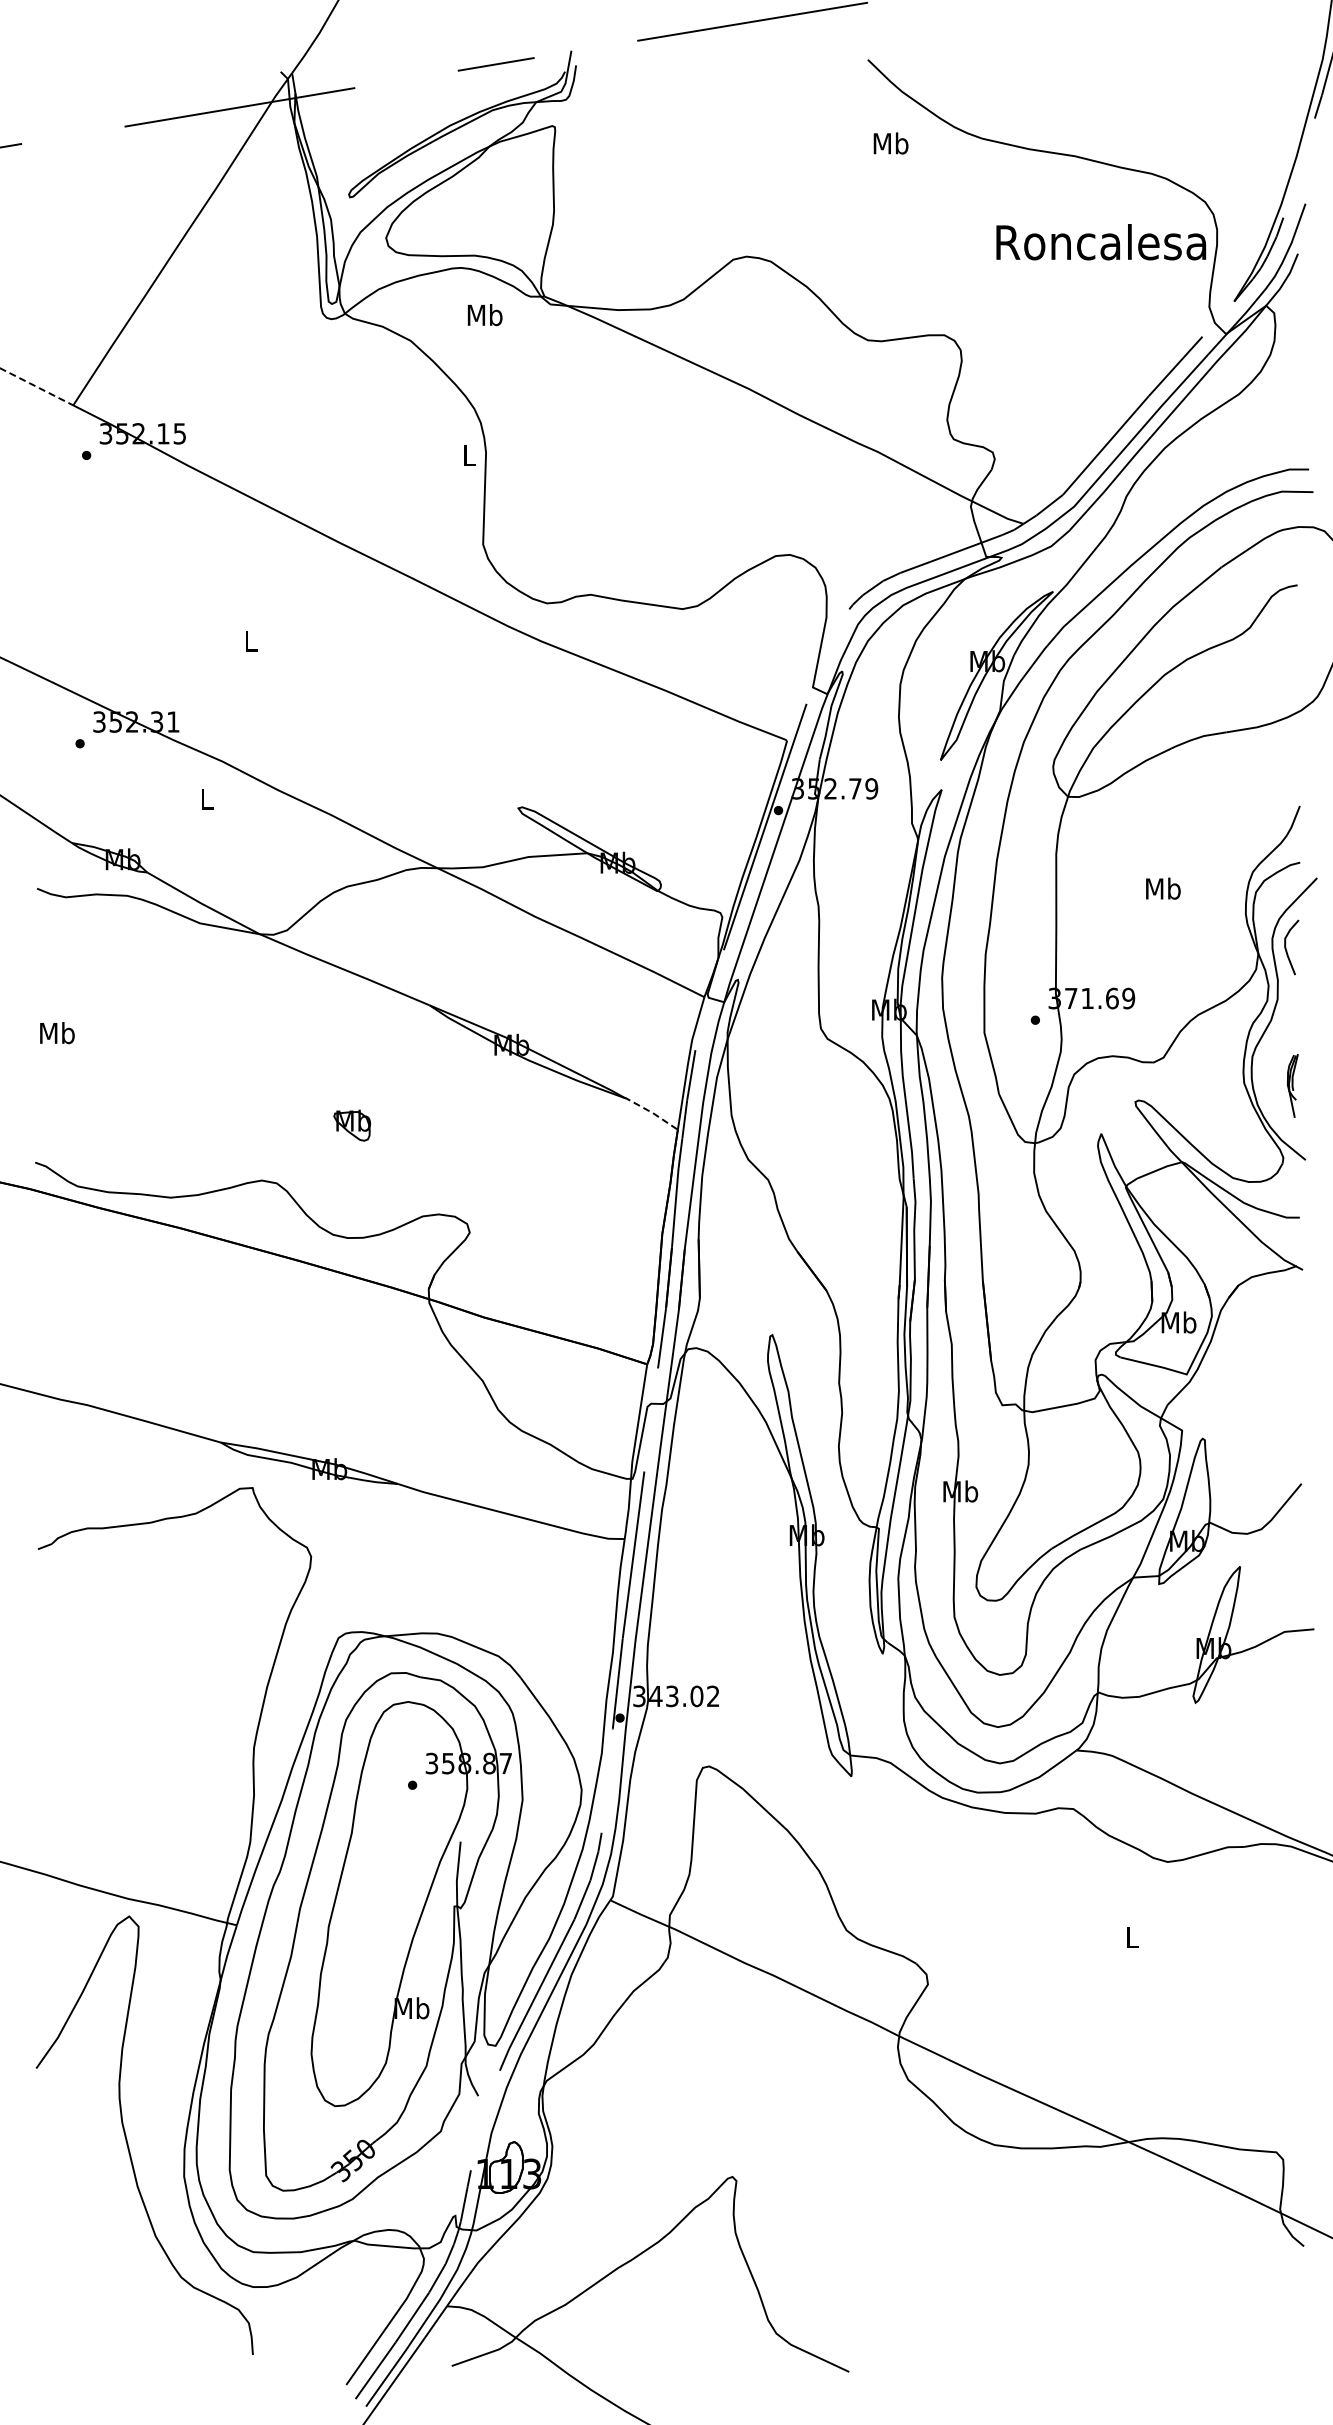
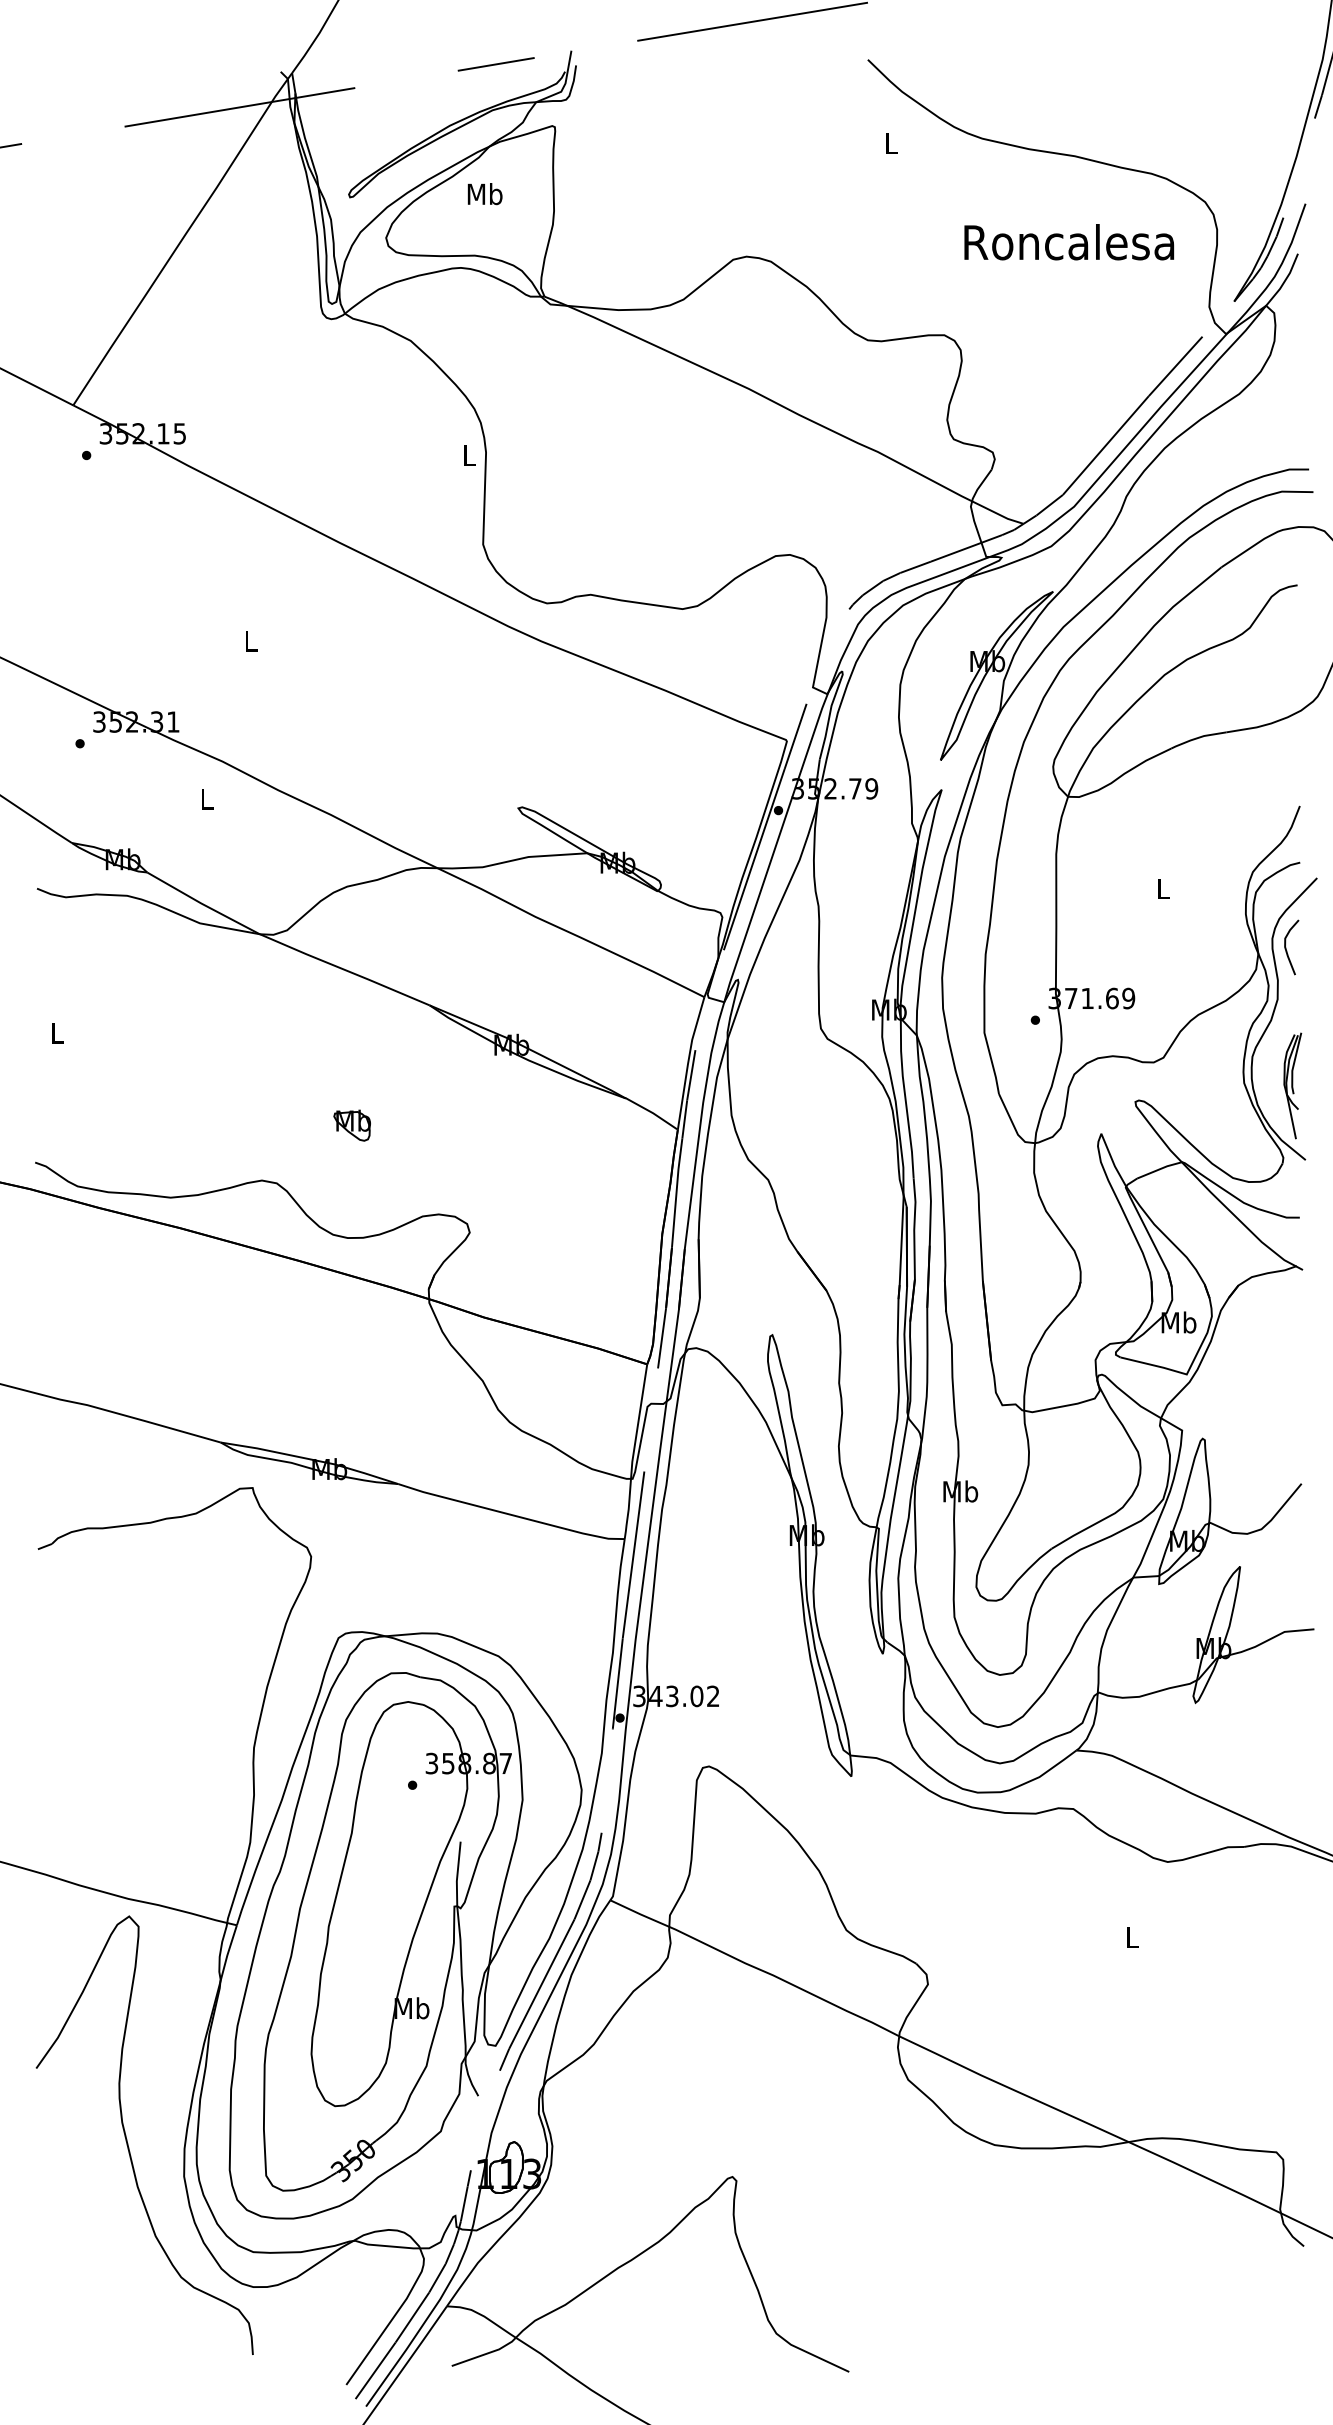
text at (890, 143): Mb -> L
text at (1101, 242) position: (1101, 242) -> (1069, 242)
text at (484, 315) position: (484, 315) -> (484, 194)
line at (36, 386): dashed -> solid
text at (1163, 888): Mb -> L
text at (57, 1033): Mb -> L
part at (1292, 1085) size: 13x64 px -> 20x108 px
line at (651, 1112): dashed -> solid
